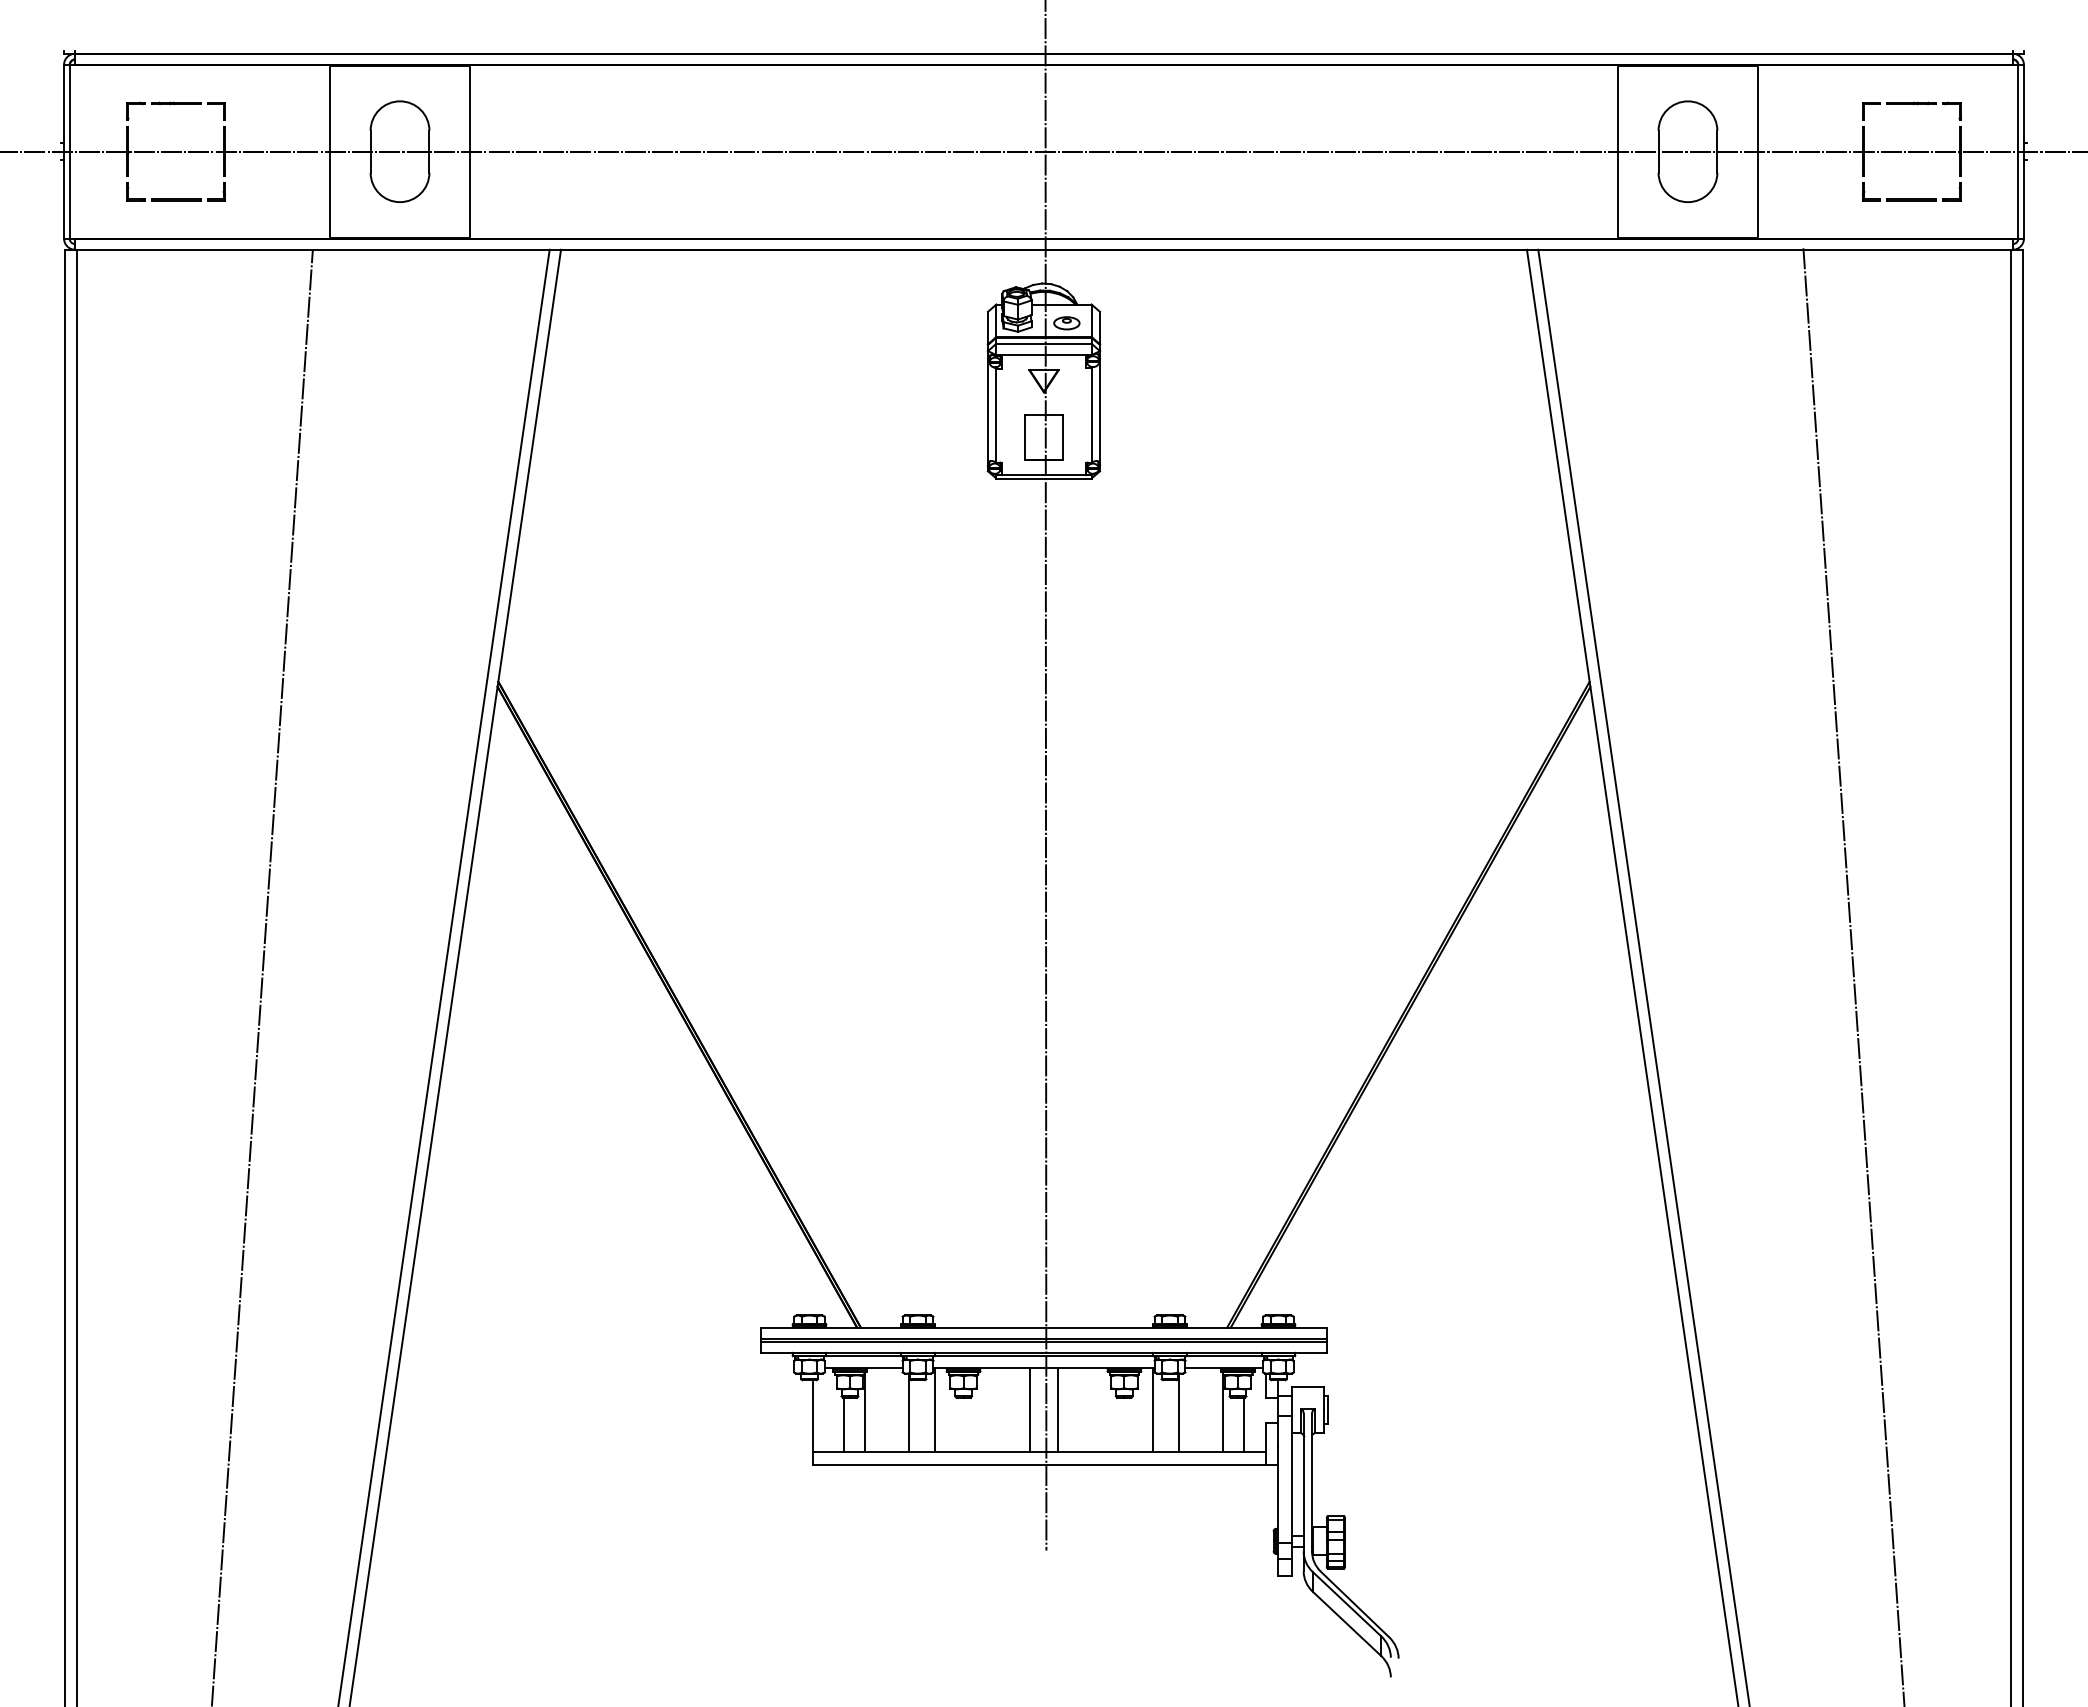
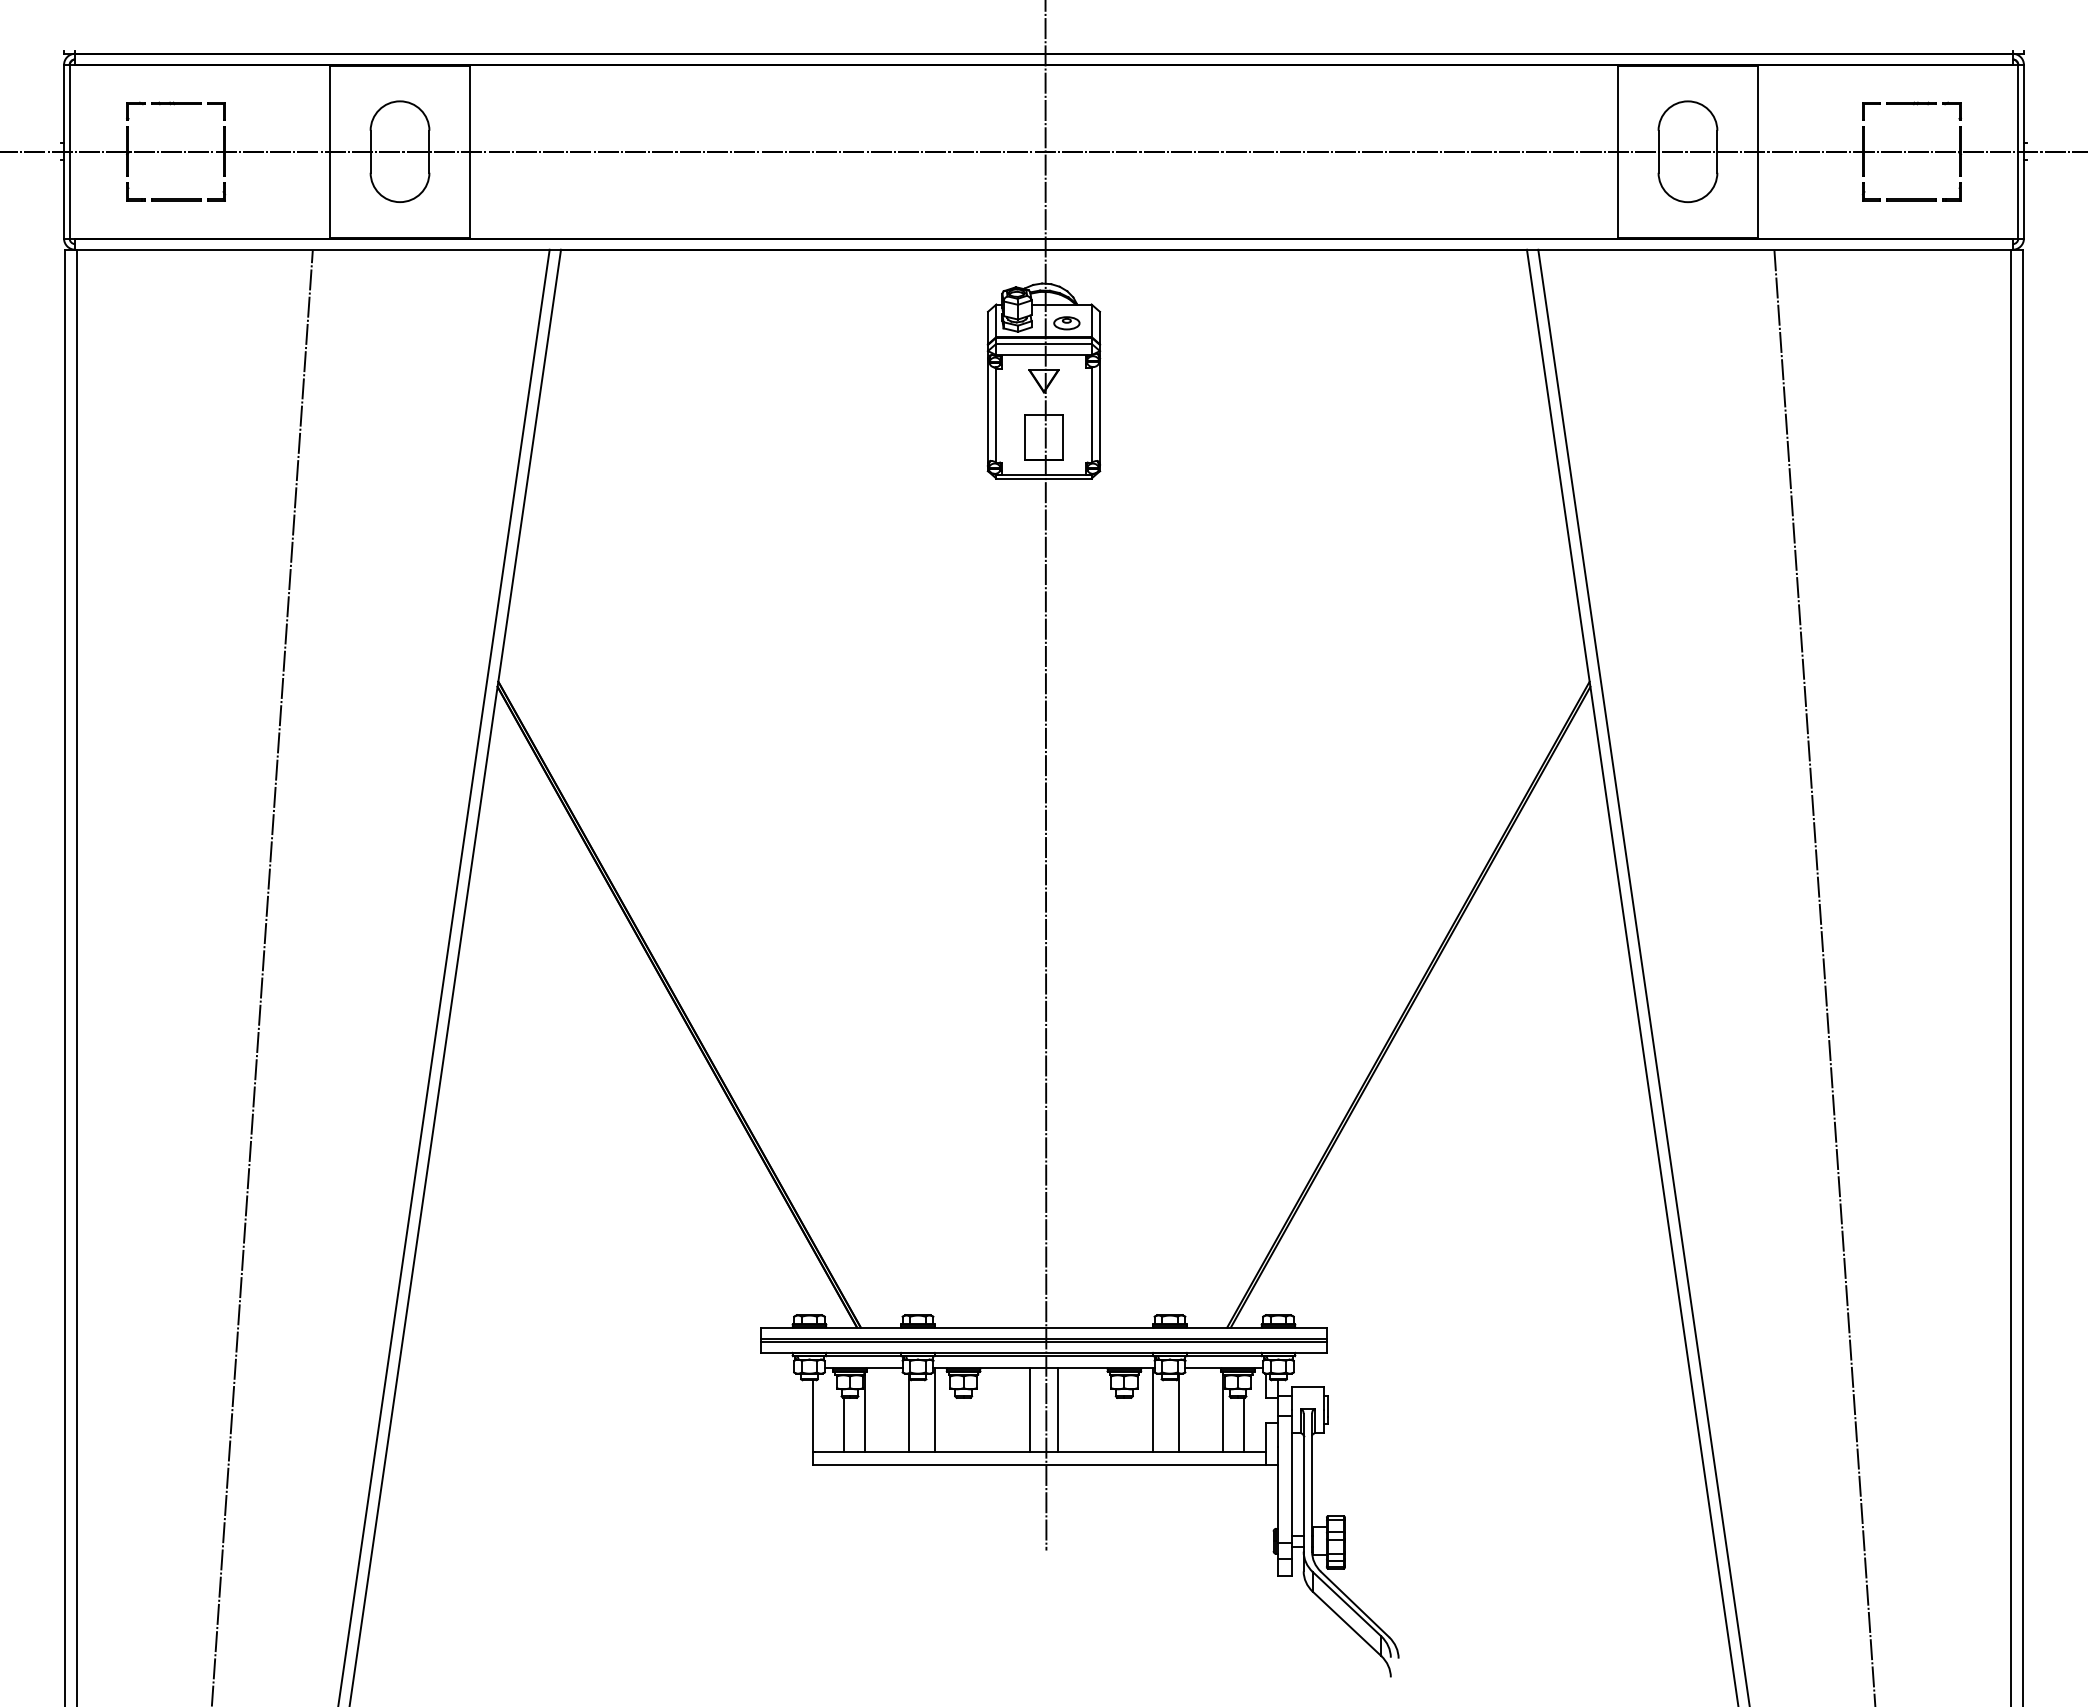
line at (1853, 975) position: (1853, 975) -> (1824, 976)
